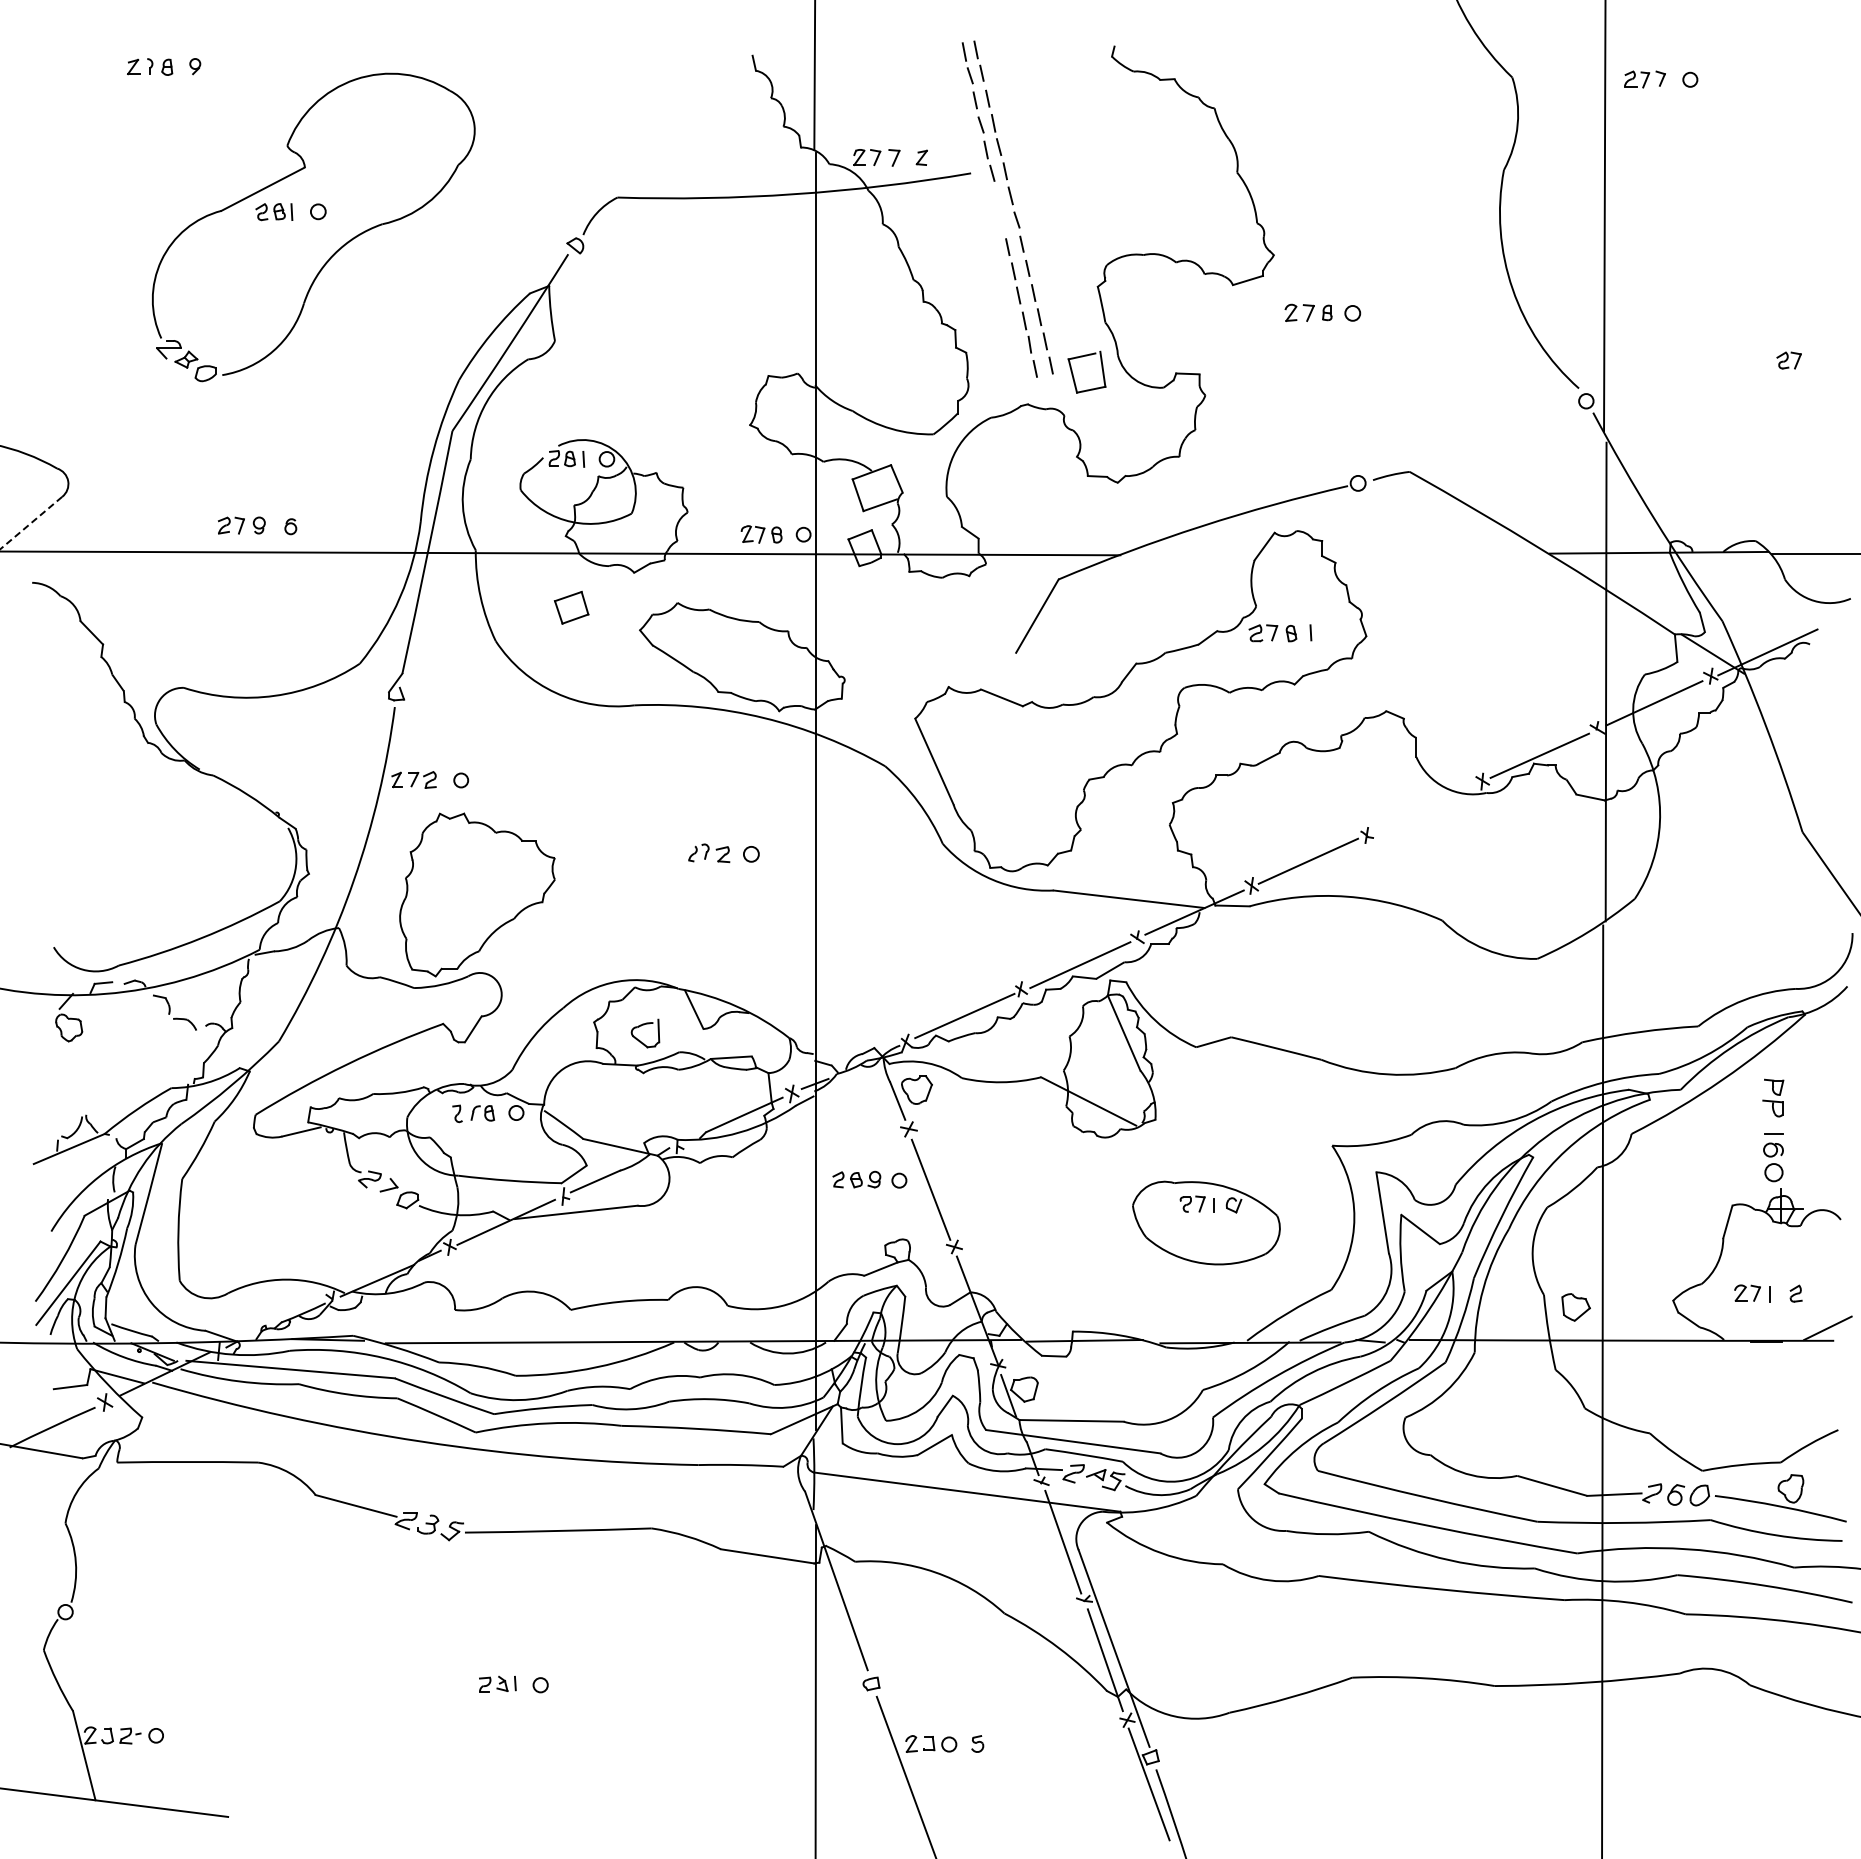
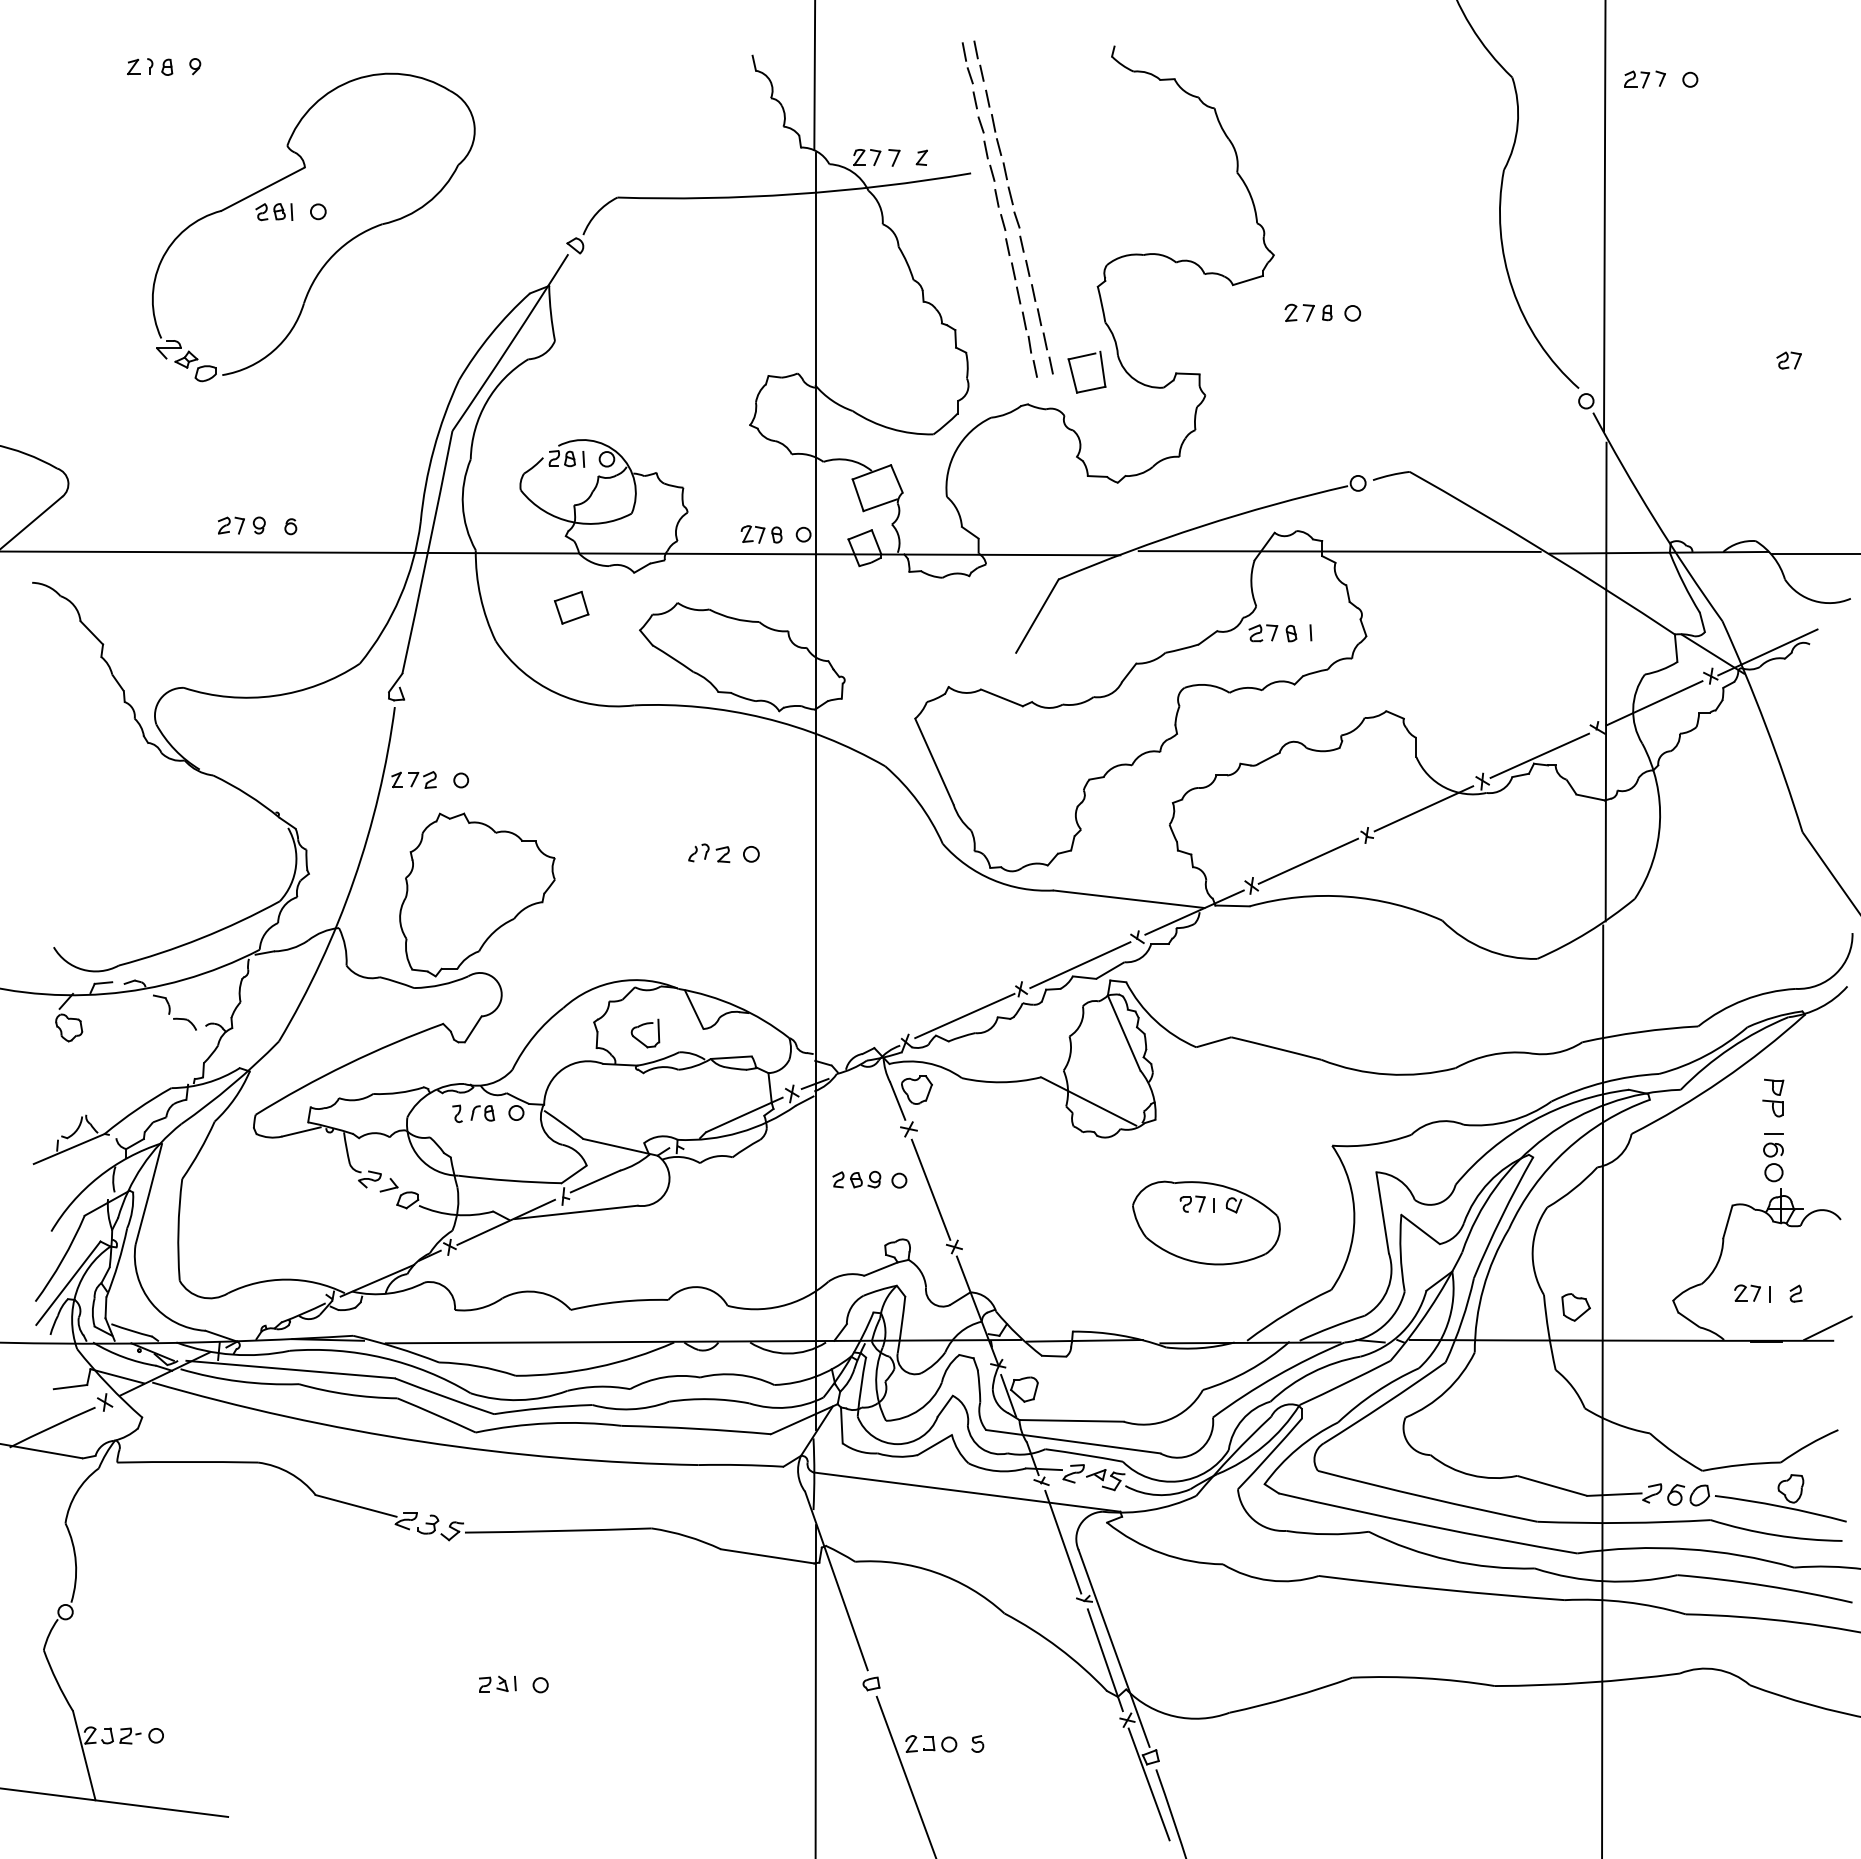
part at (1000, 209): none -> present
line at (31, 523): dashed -> solid
line at (1339, 551): none -> present
line at (1423, 808): none -> present
